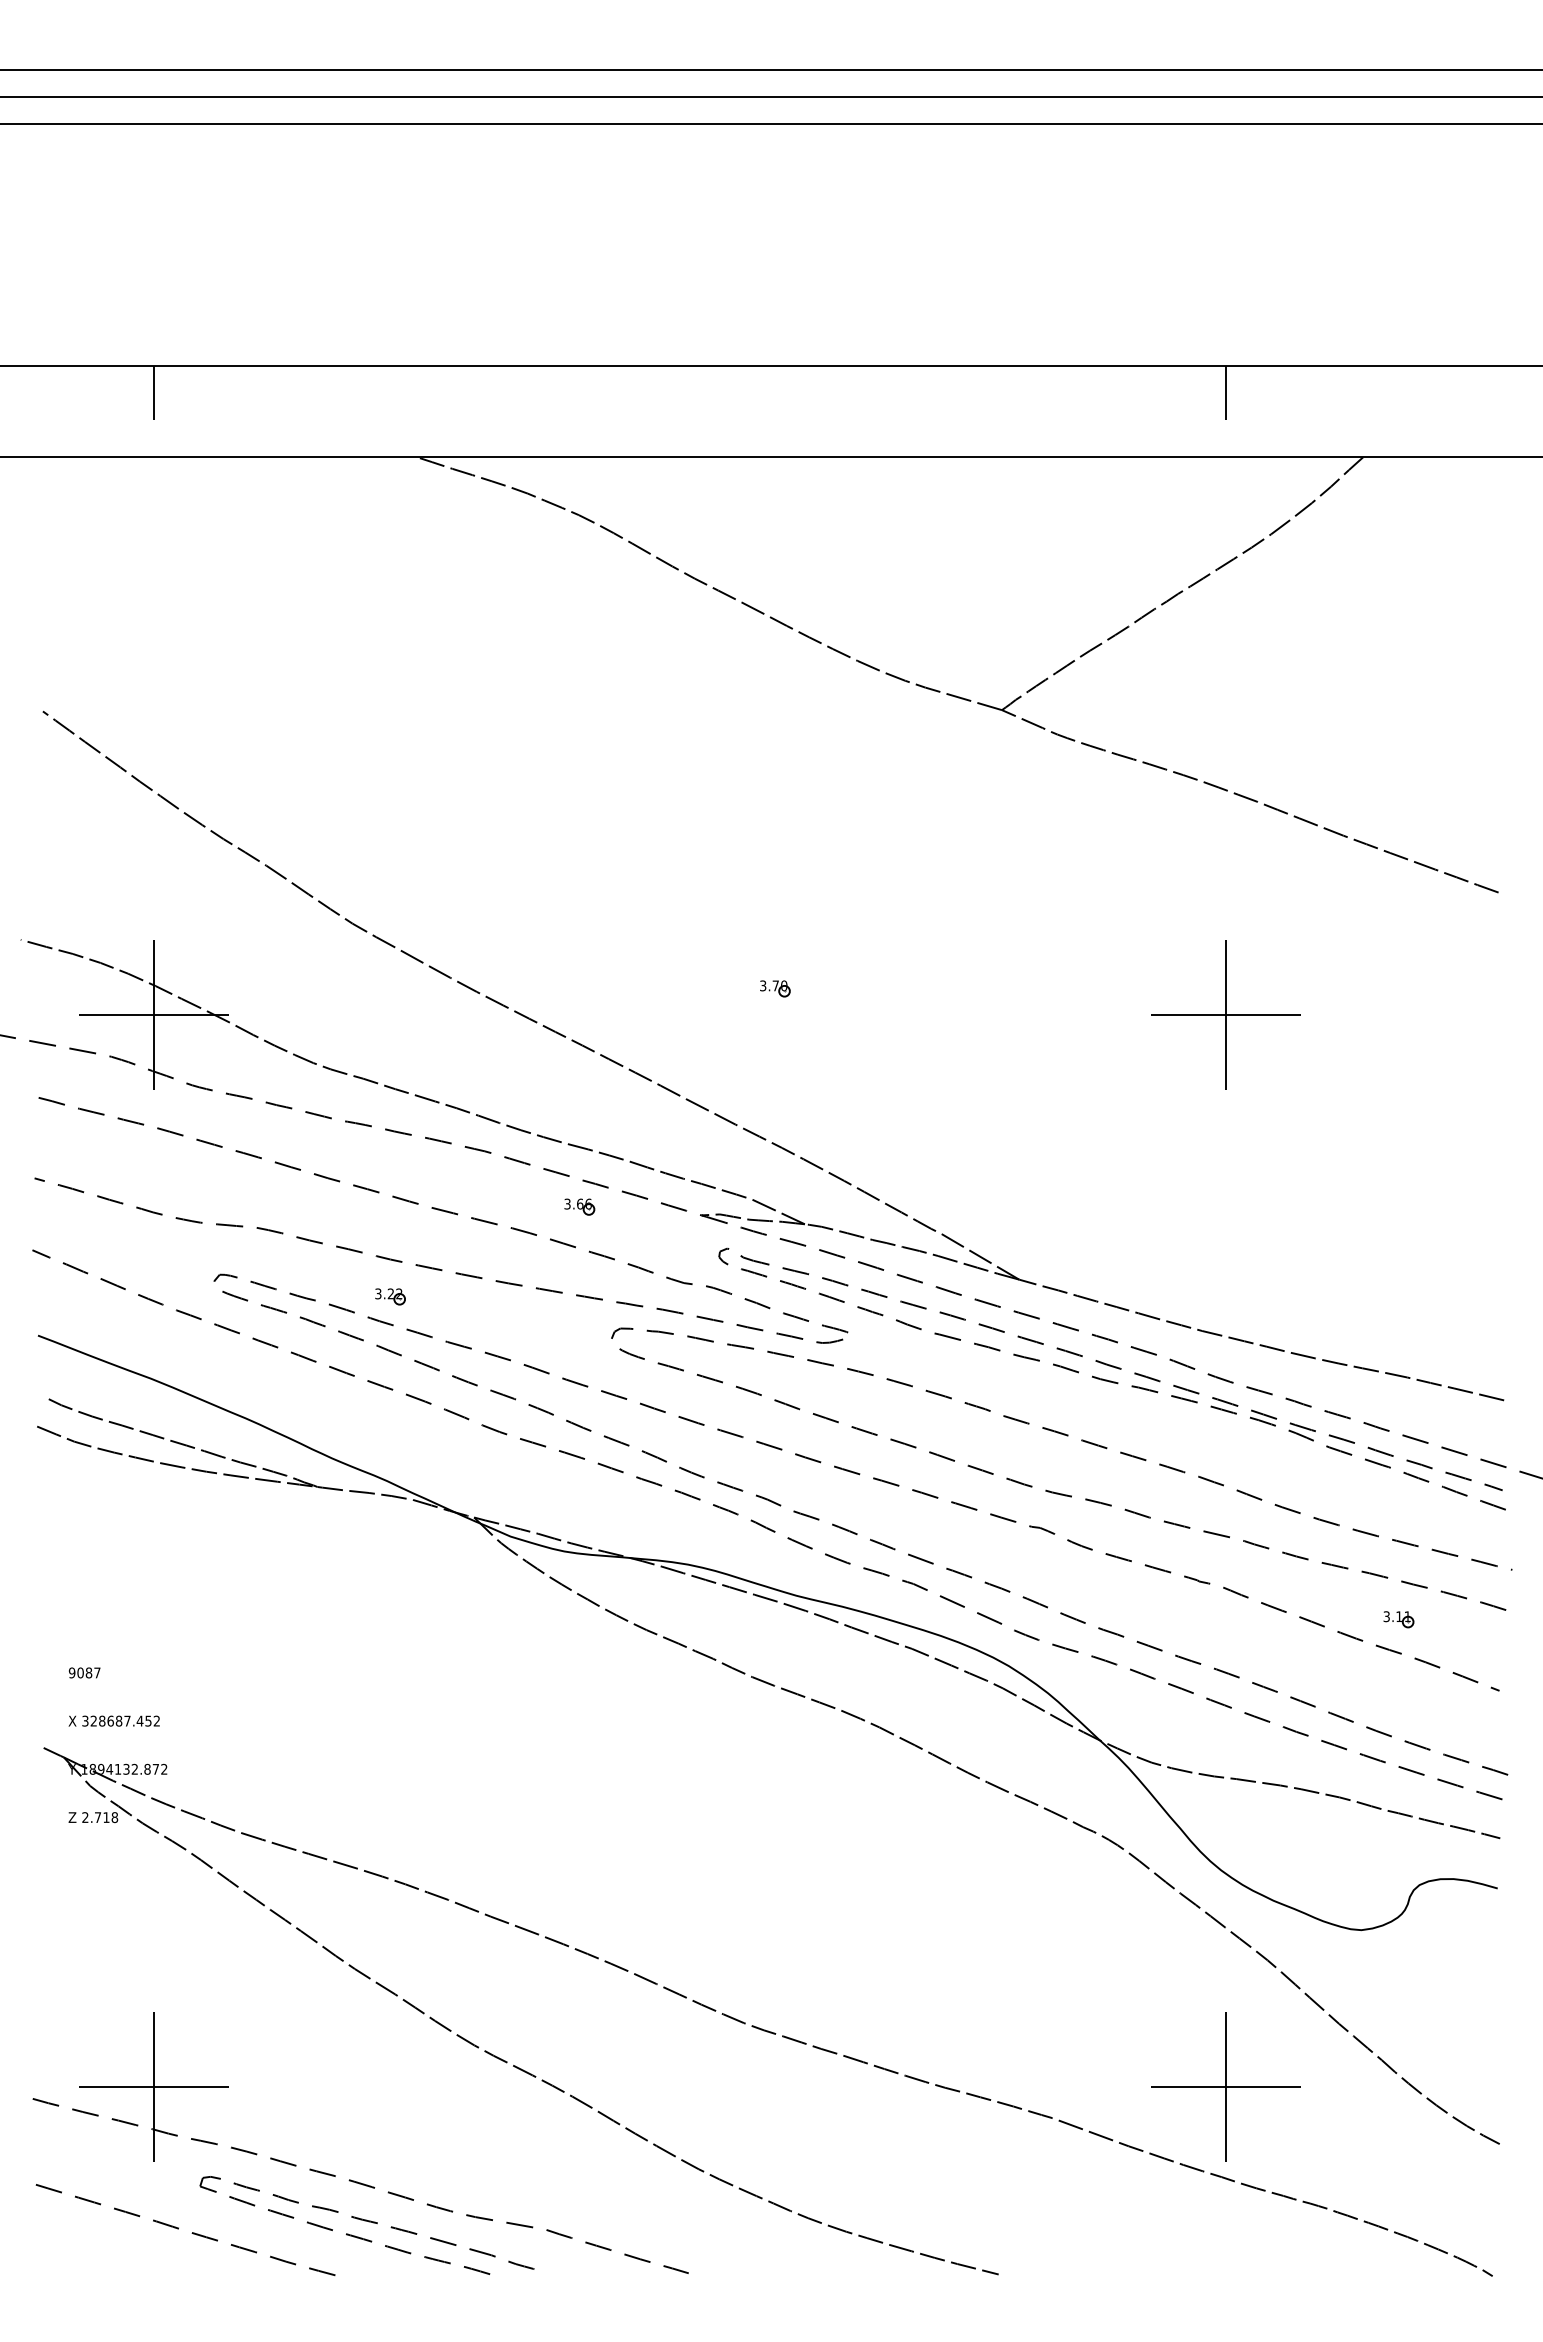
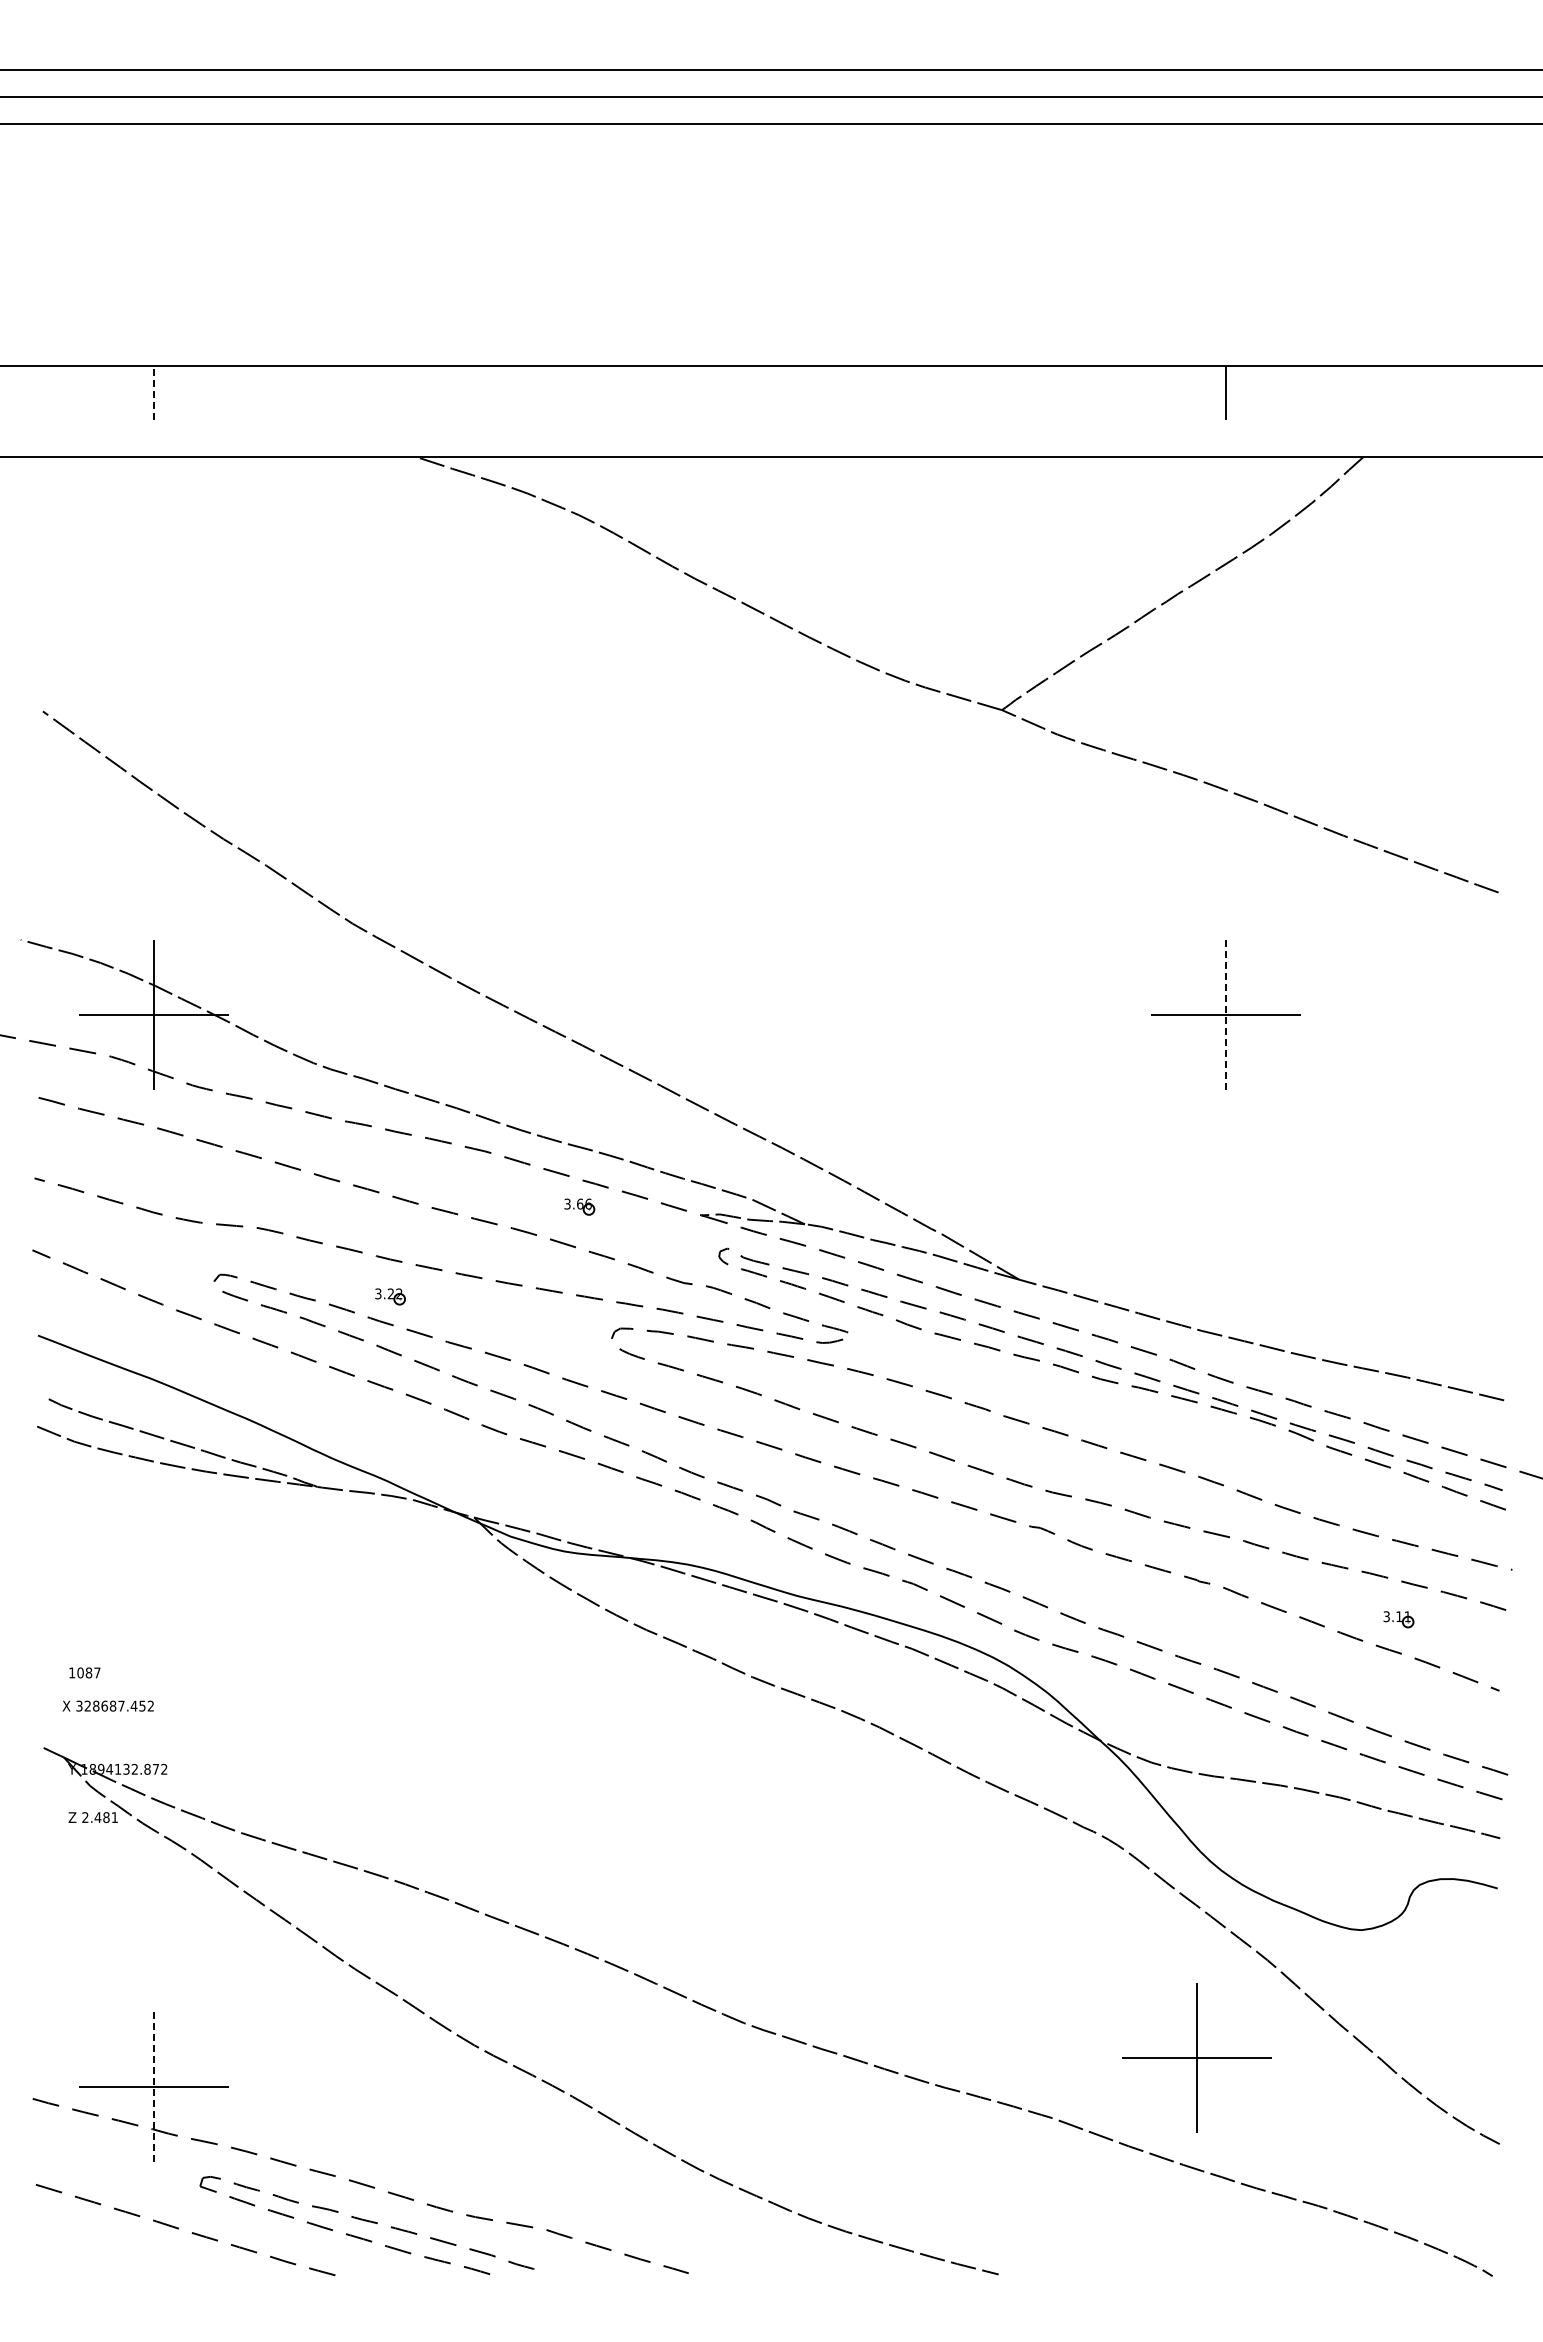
line at (154, 393): solid -> dashed
part at (775, 988): present -> none
line at (1225, 1015): solid -> dashed
text at (71, 1672): 9087 -> 1087
text at (113, 1720) position: (113, 1720) -> (107, 1705)
text at (106, 1817): 2.718 -> 2.481
line at (154, 2086): solid -> dashed
part at (1225, 2086) position: (1225, 2086) -> (1196, 2057)
